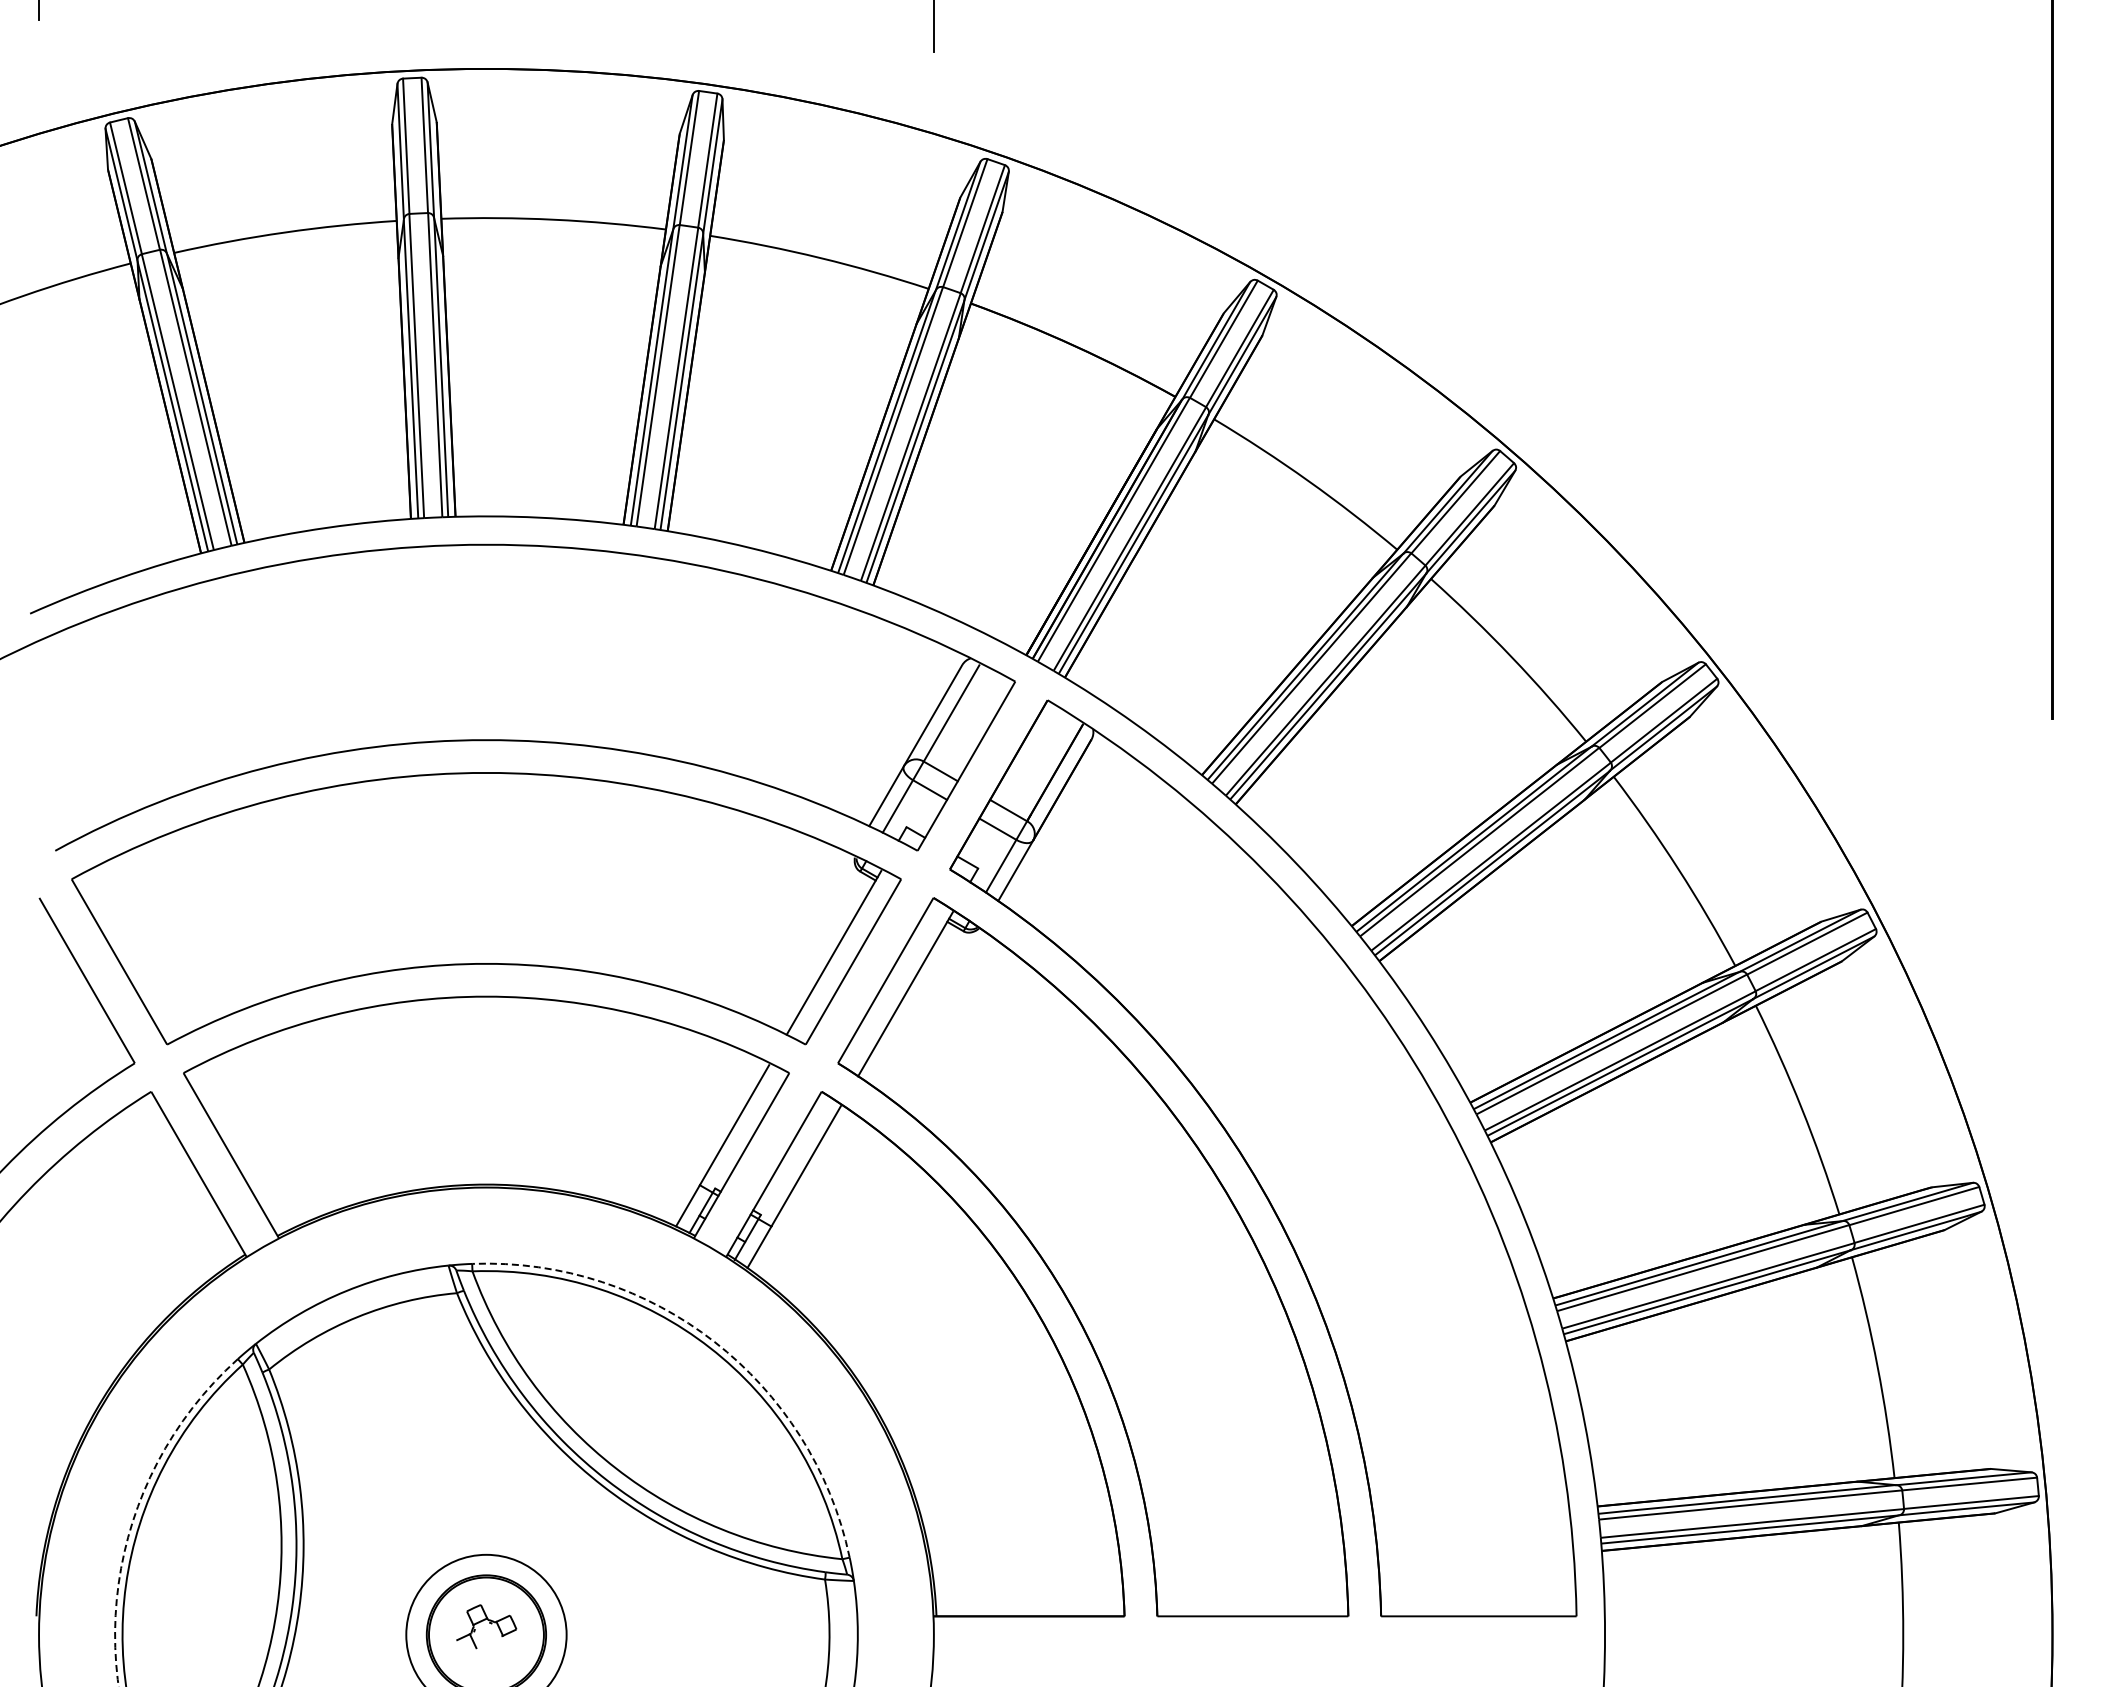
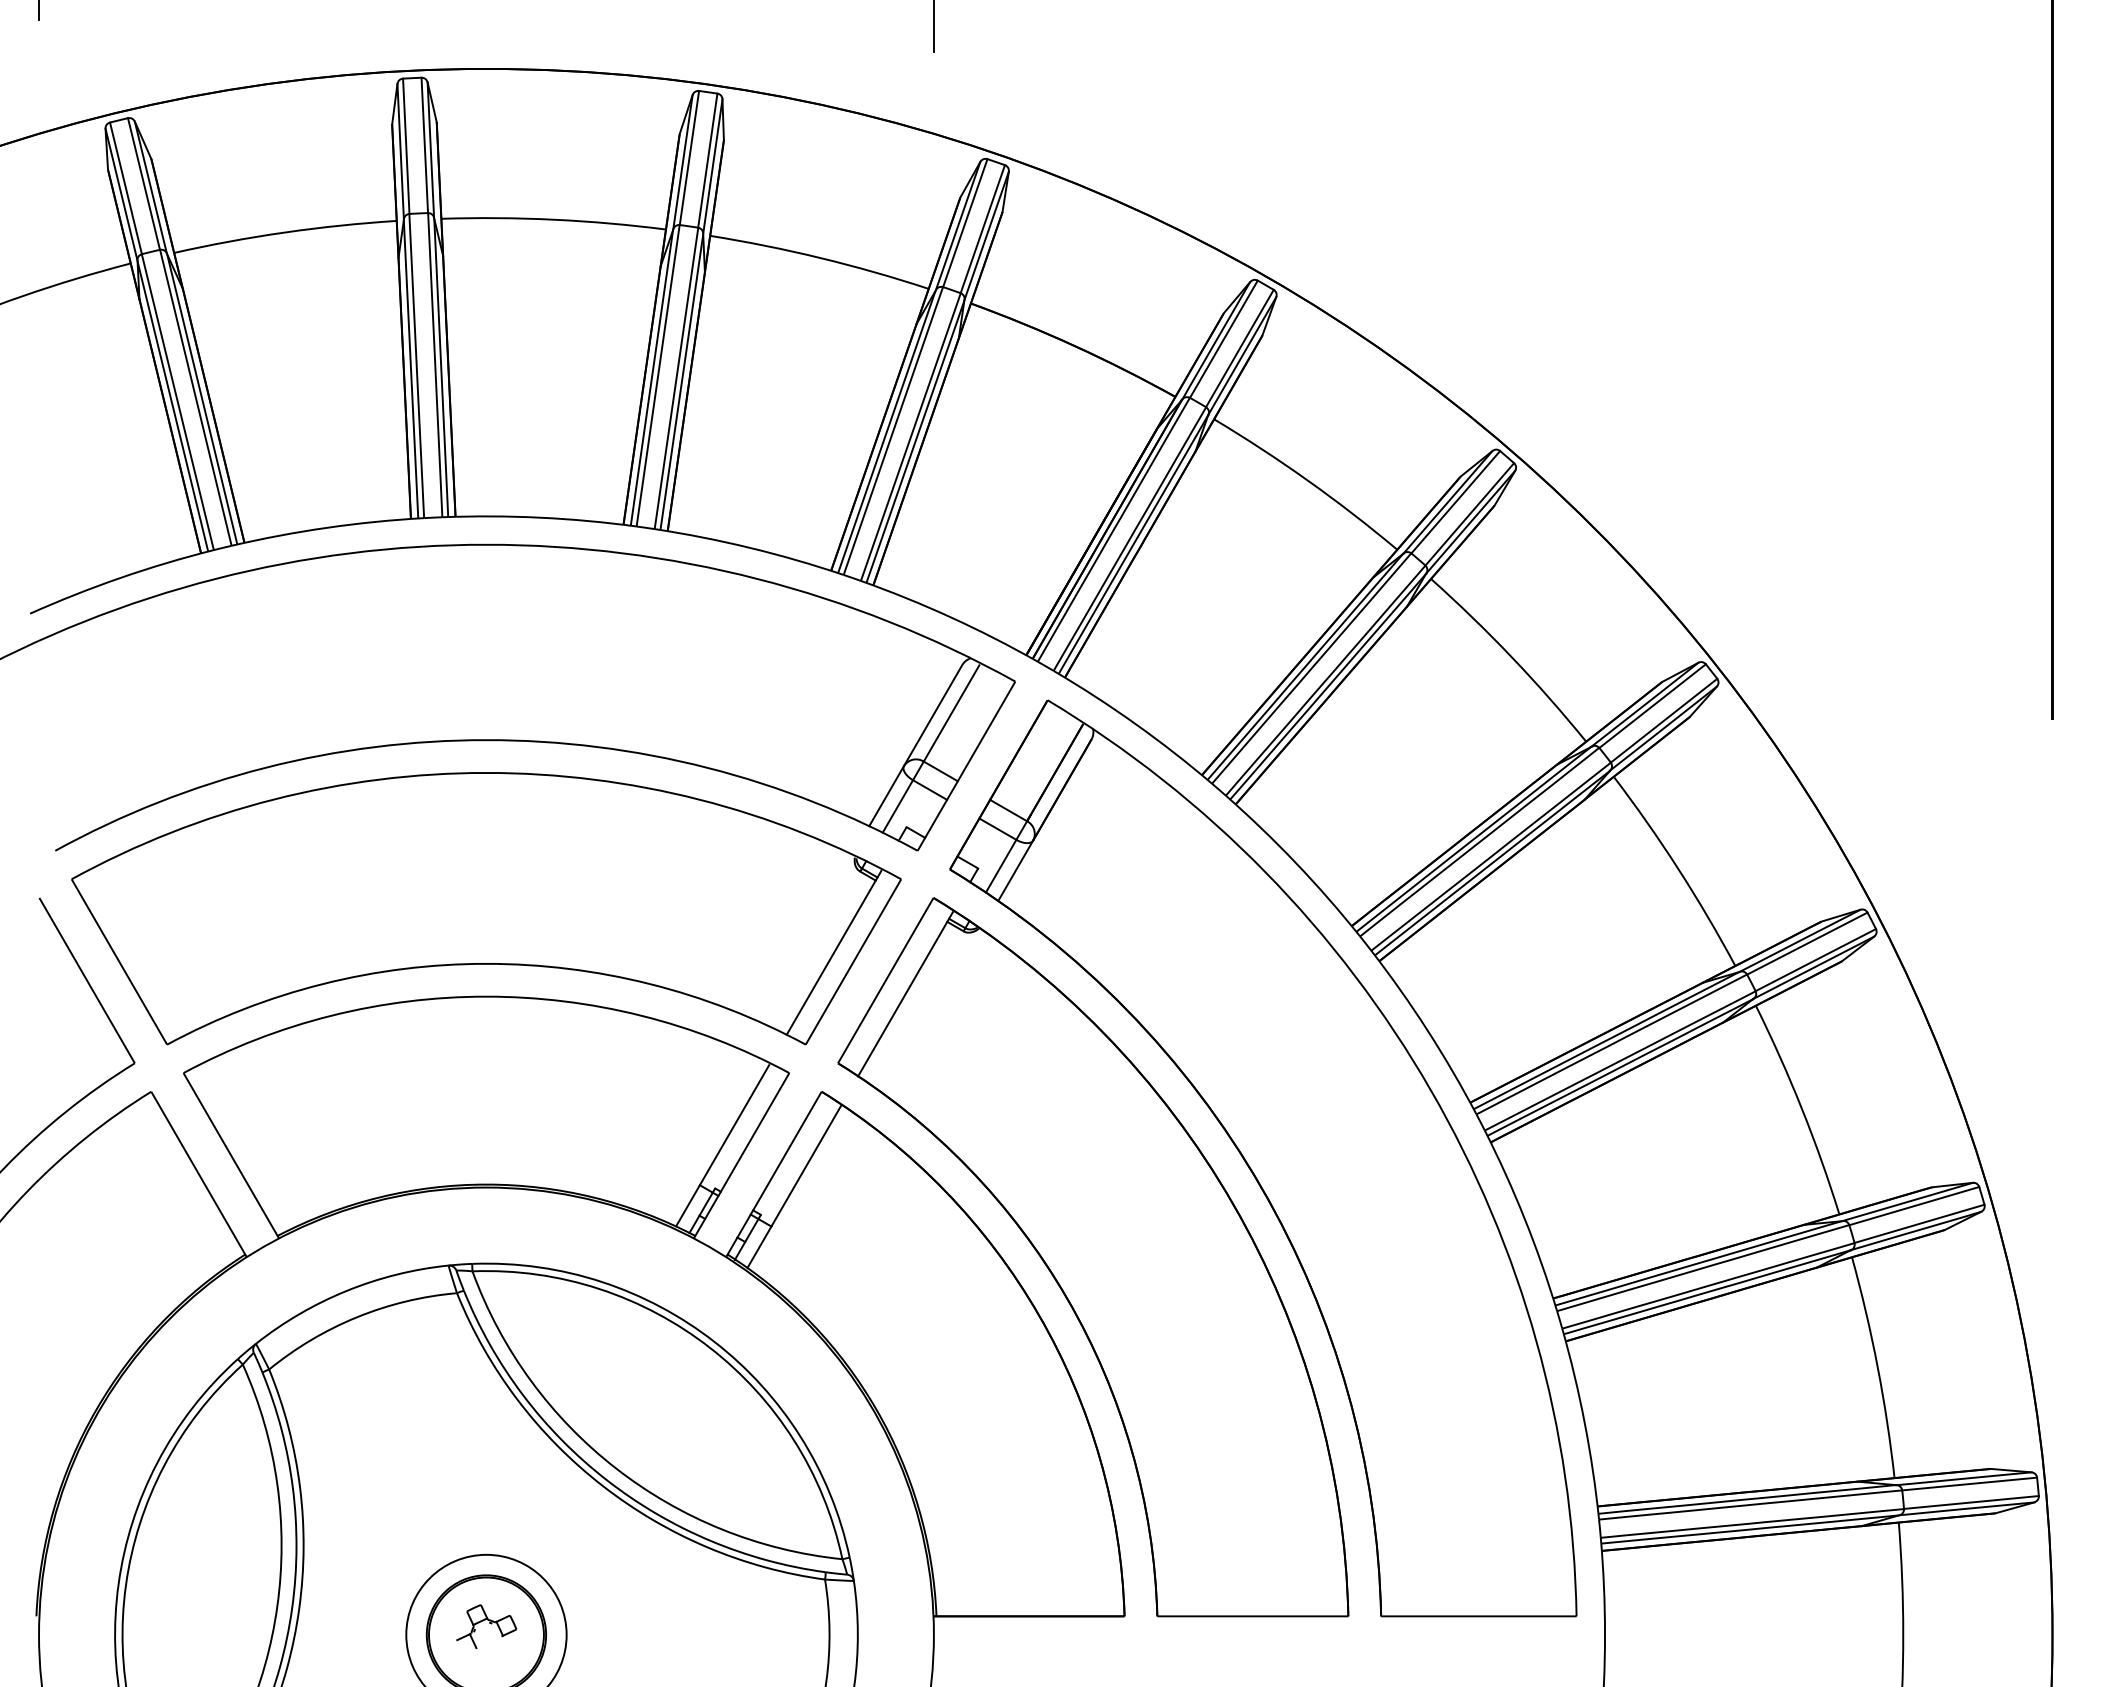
arc at (714, 1341): dashed -> solid
arc at (137, 1506): dashed -> solid
